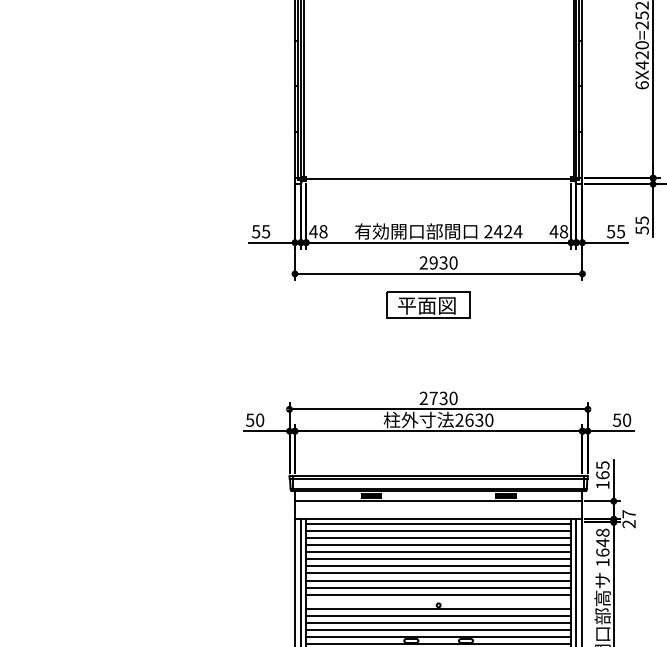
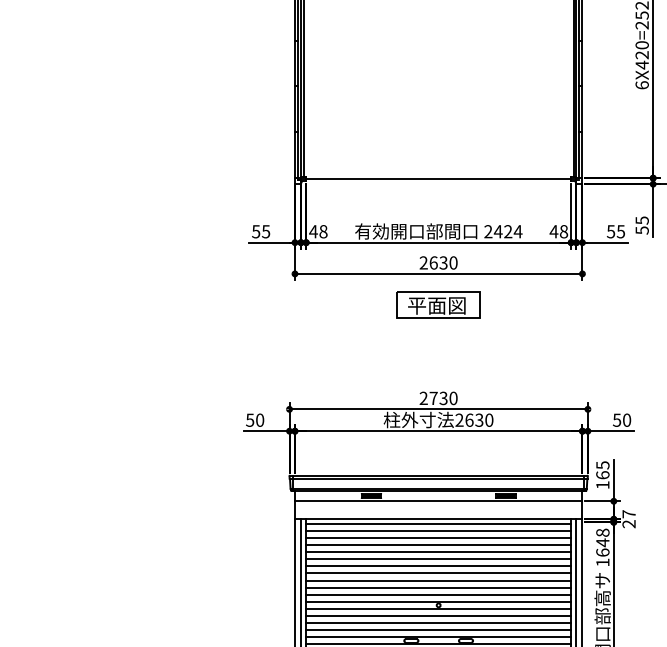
text at (433, 262): 2930 -> 2630
part at (428, 304) position: (428, 304) -> (438, 304)
line at (438, 601): none -> present
